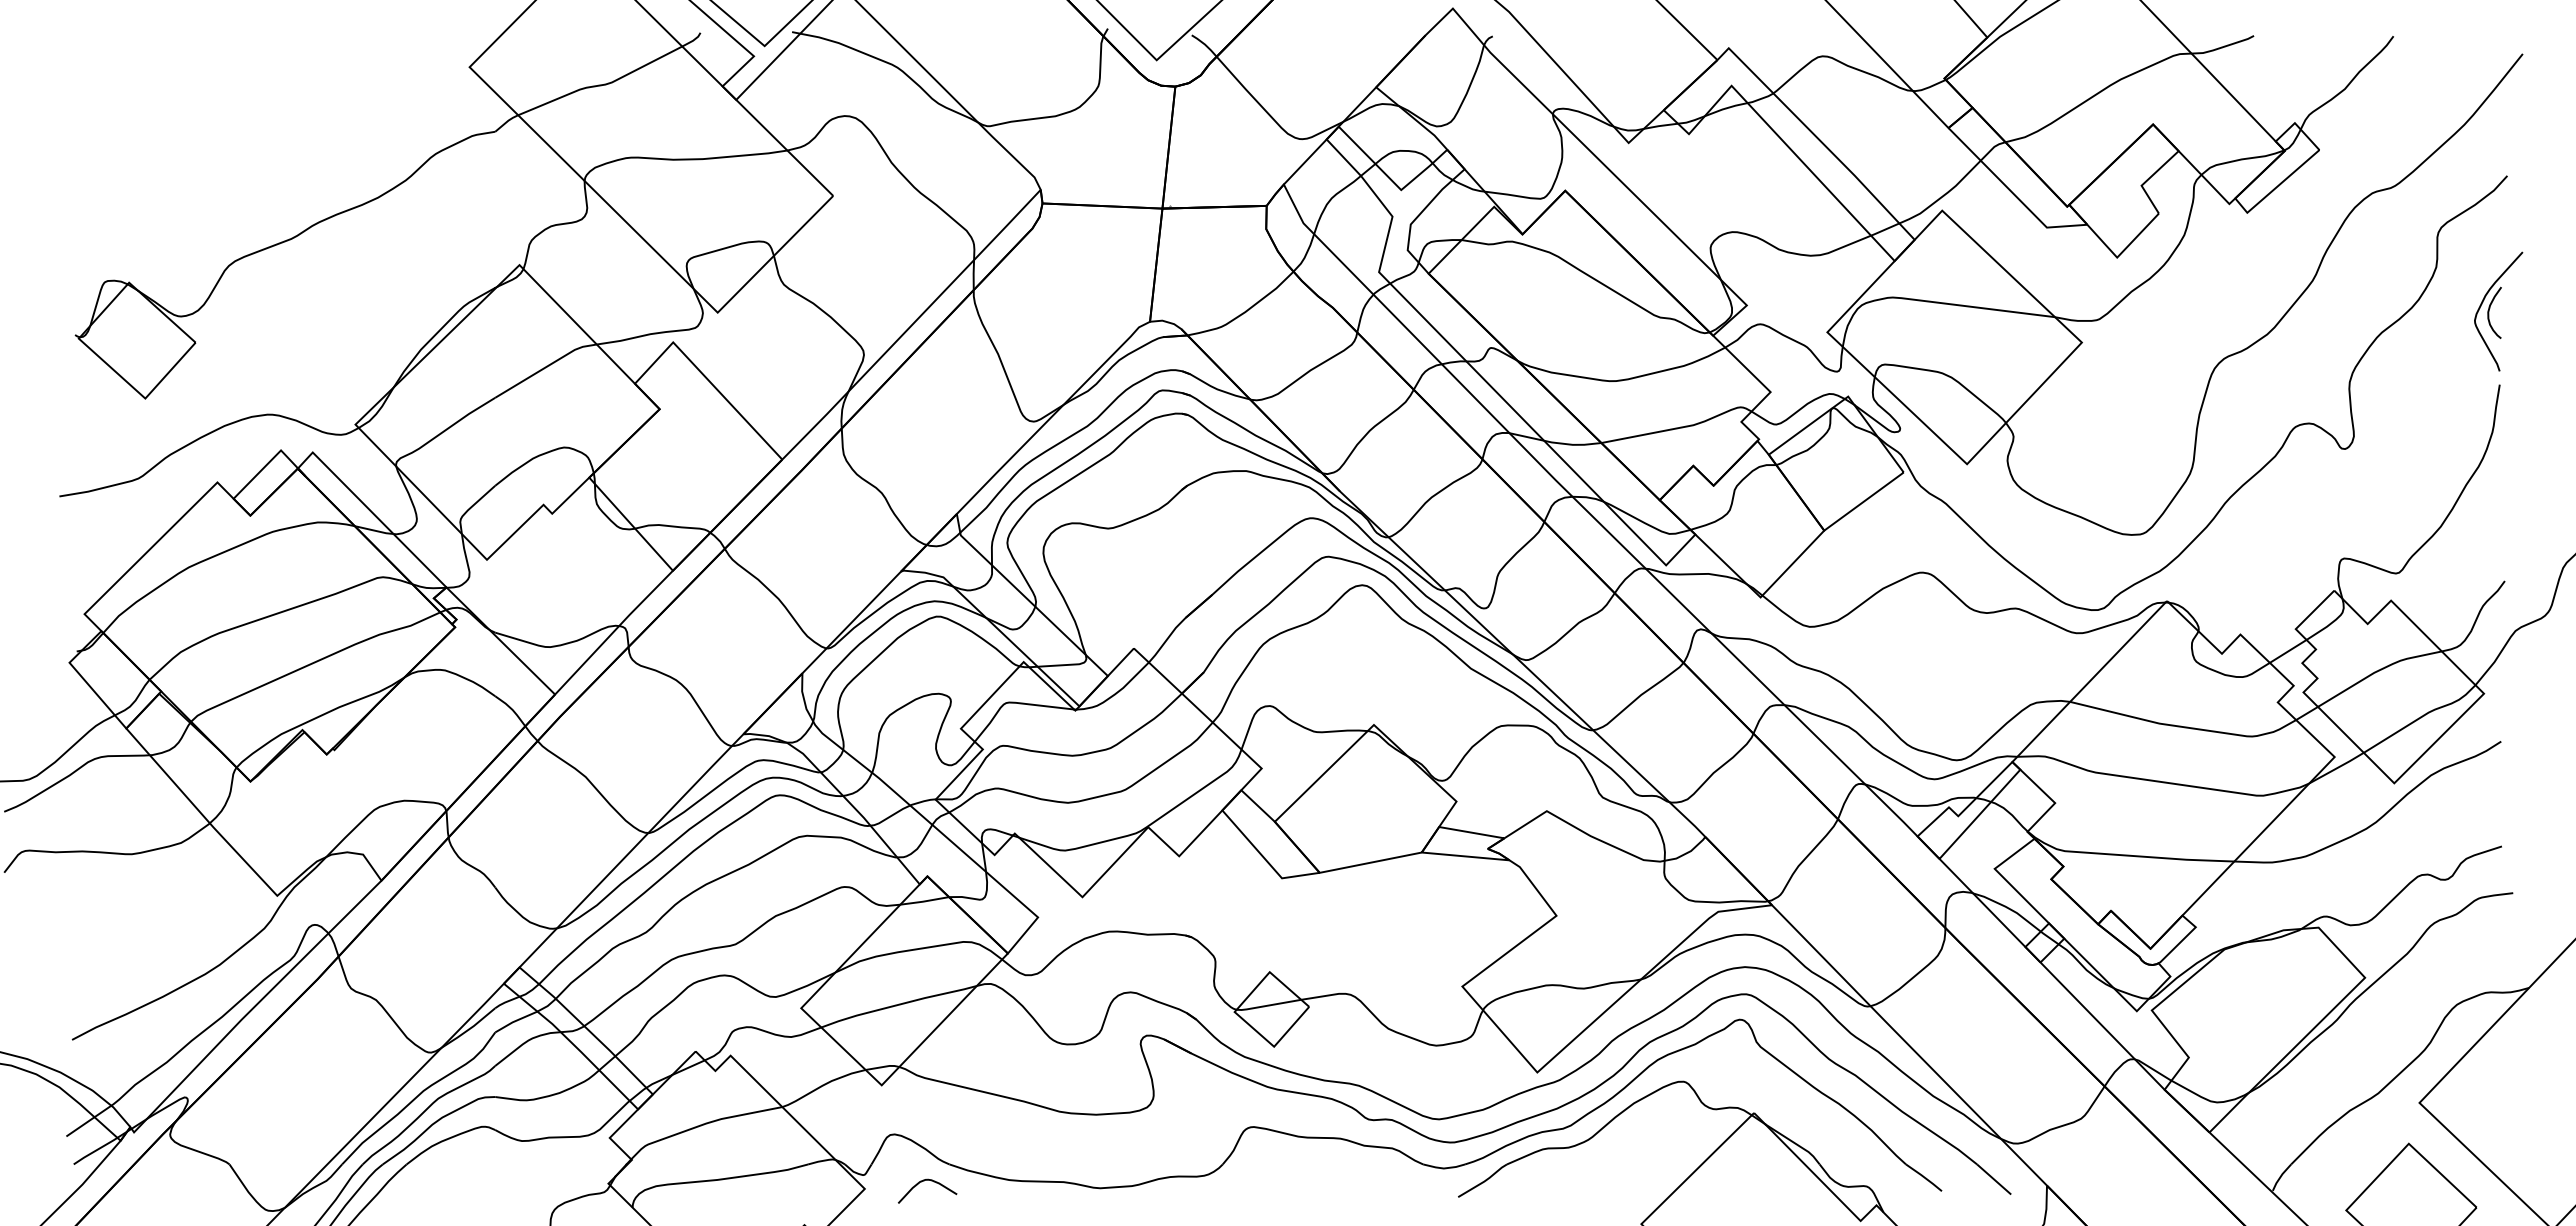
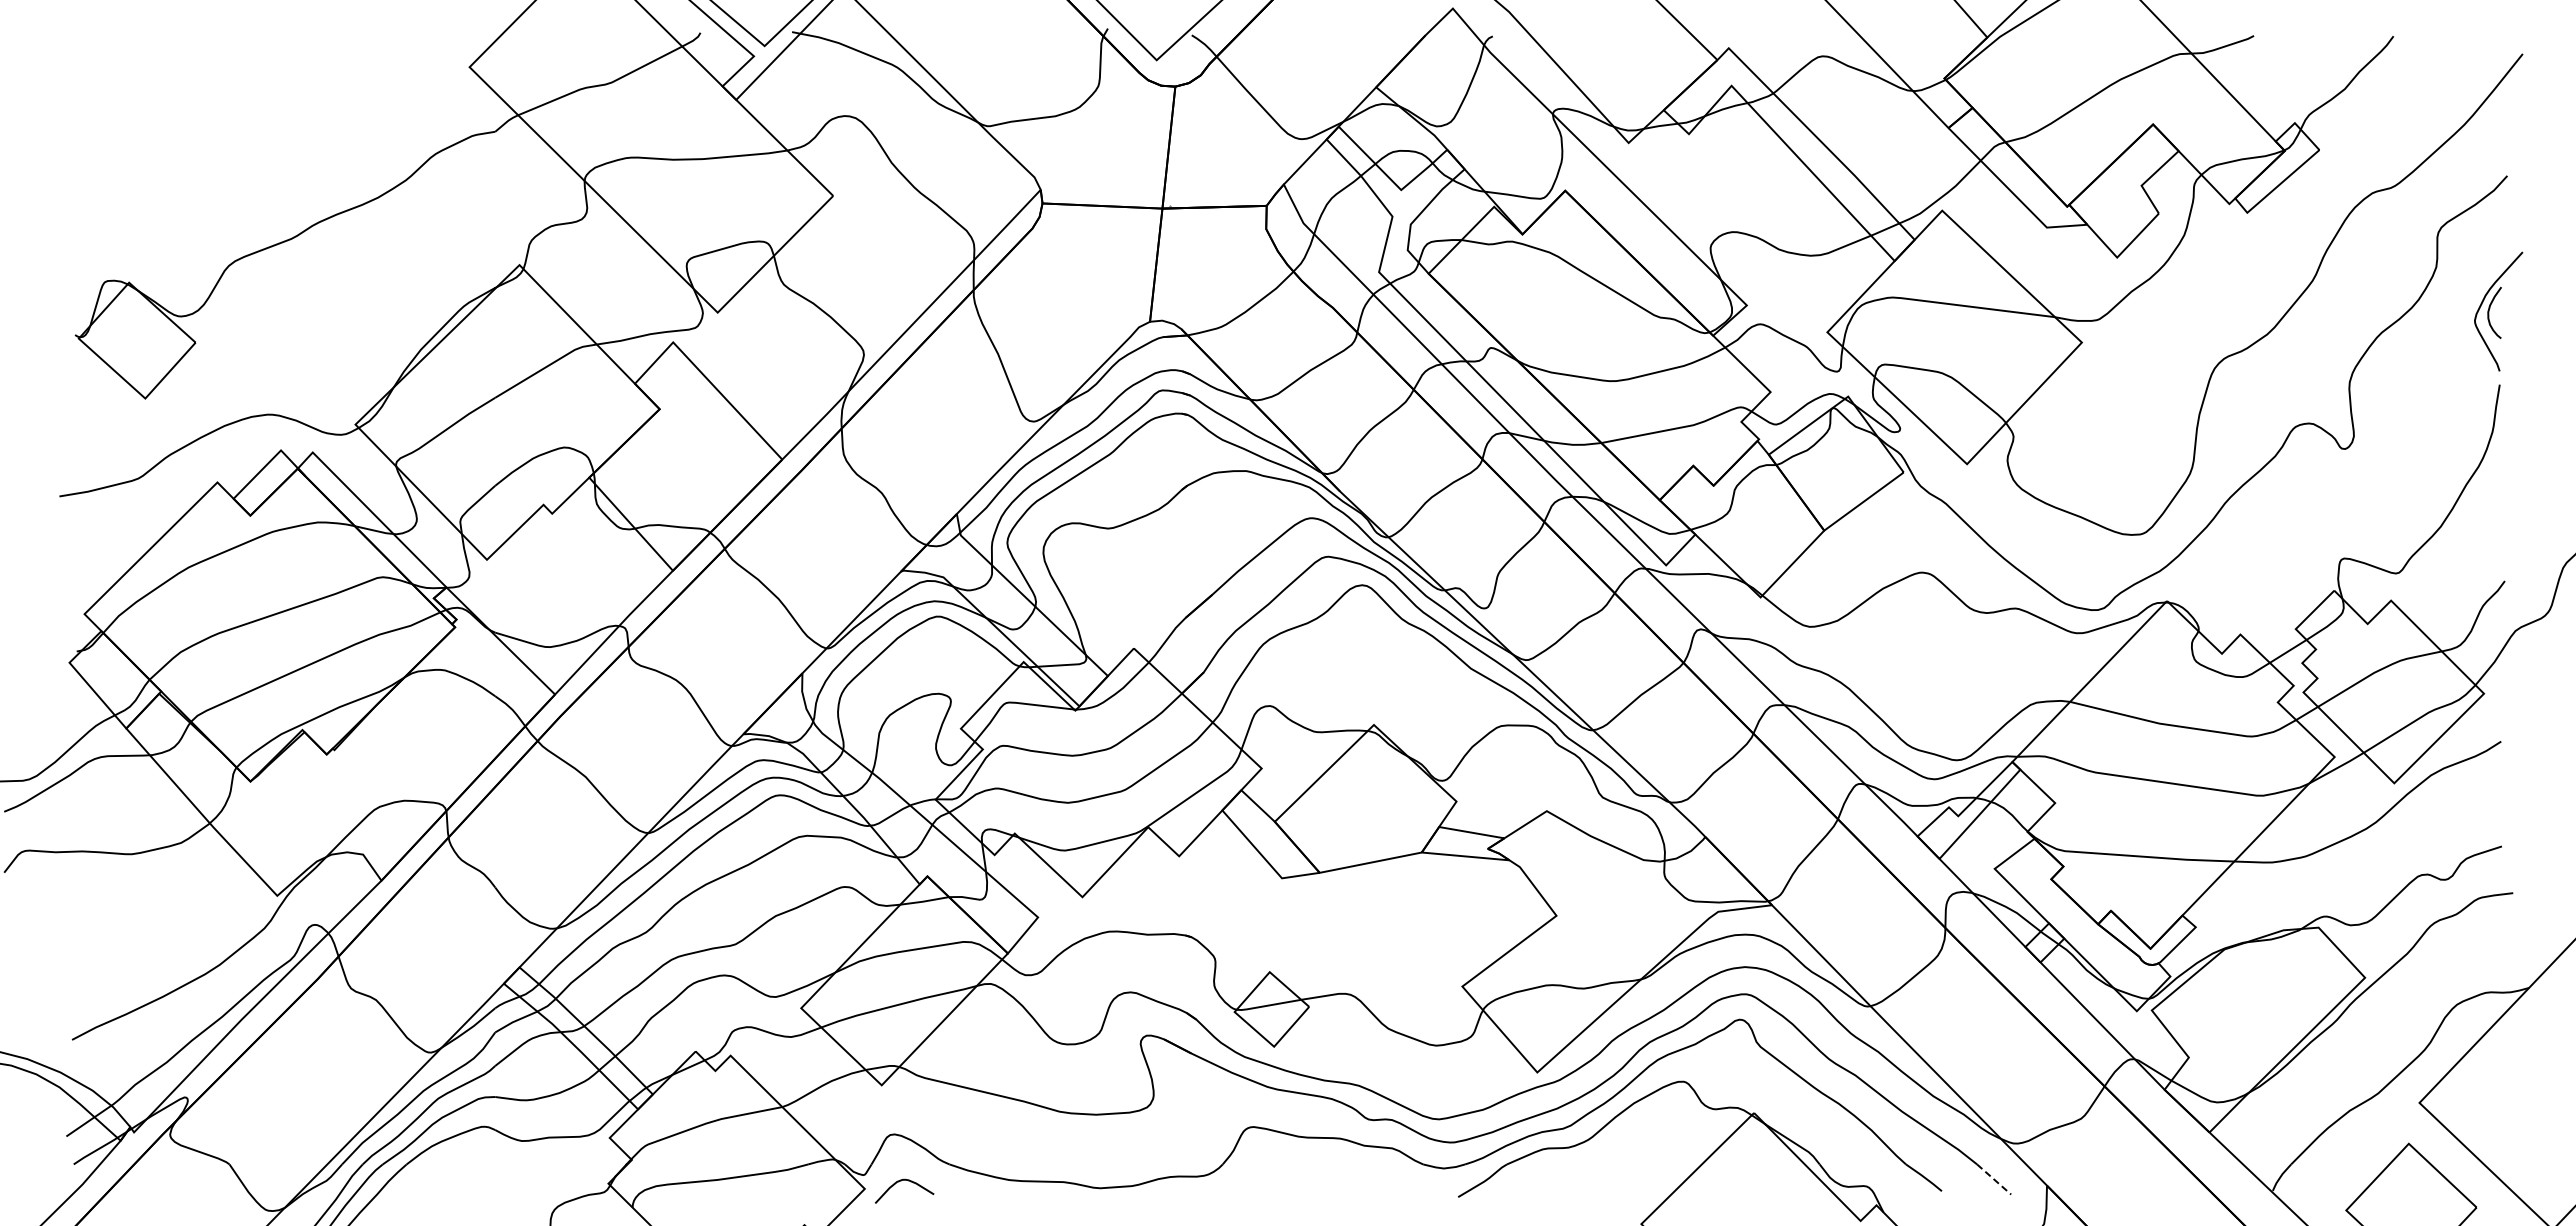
line at (1994, 1179): solid -> dashed
curve at (924, 1181) position: (924, 1181) -> (901, 1181)
